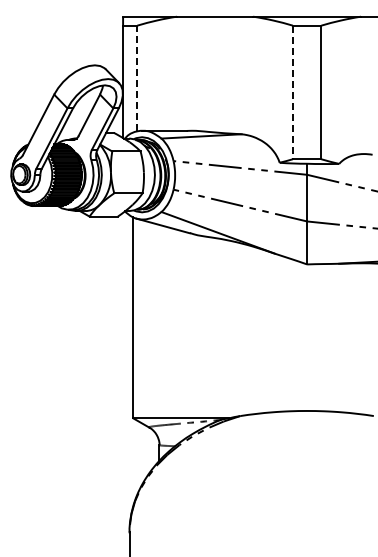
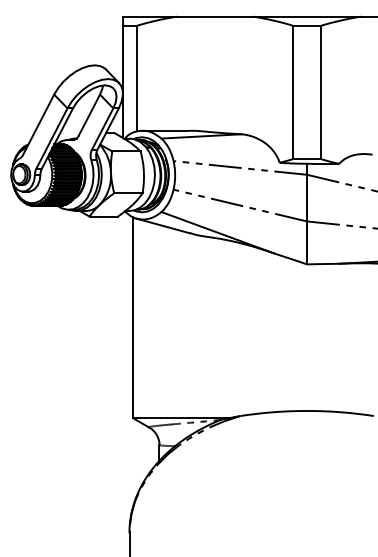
line at (137, 78): dashed -> solid
line at (292, 92): dashed -> solid
